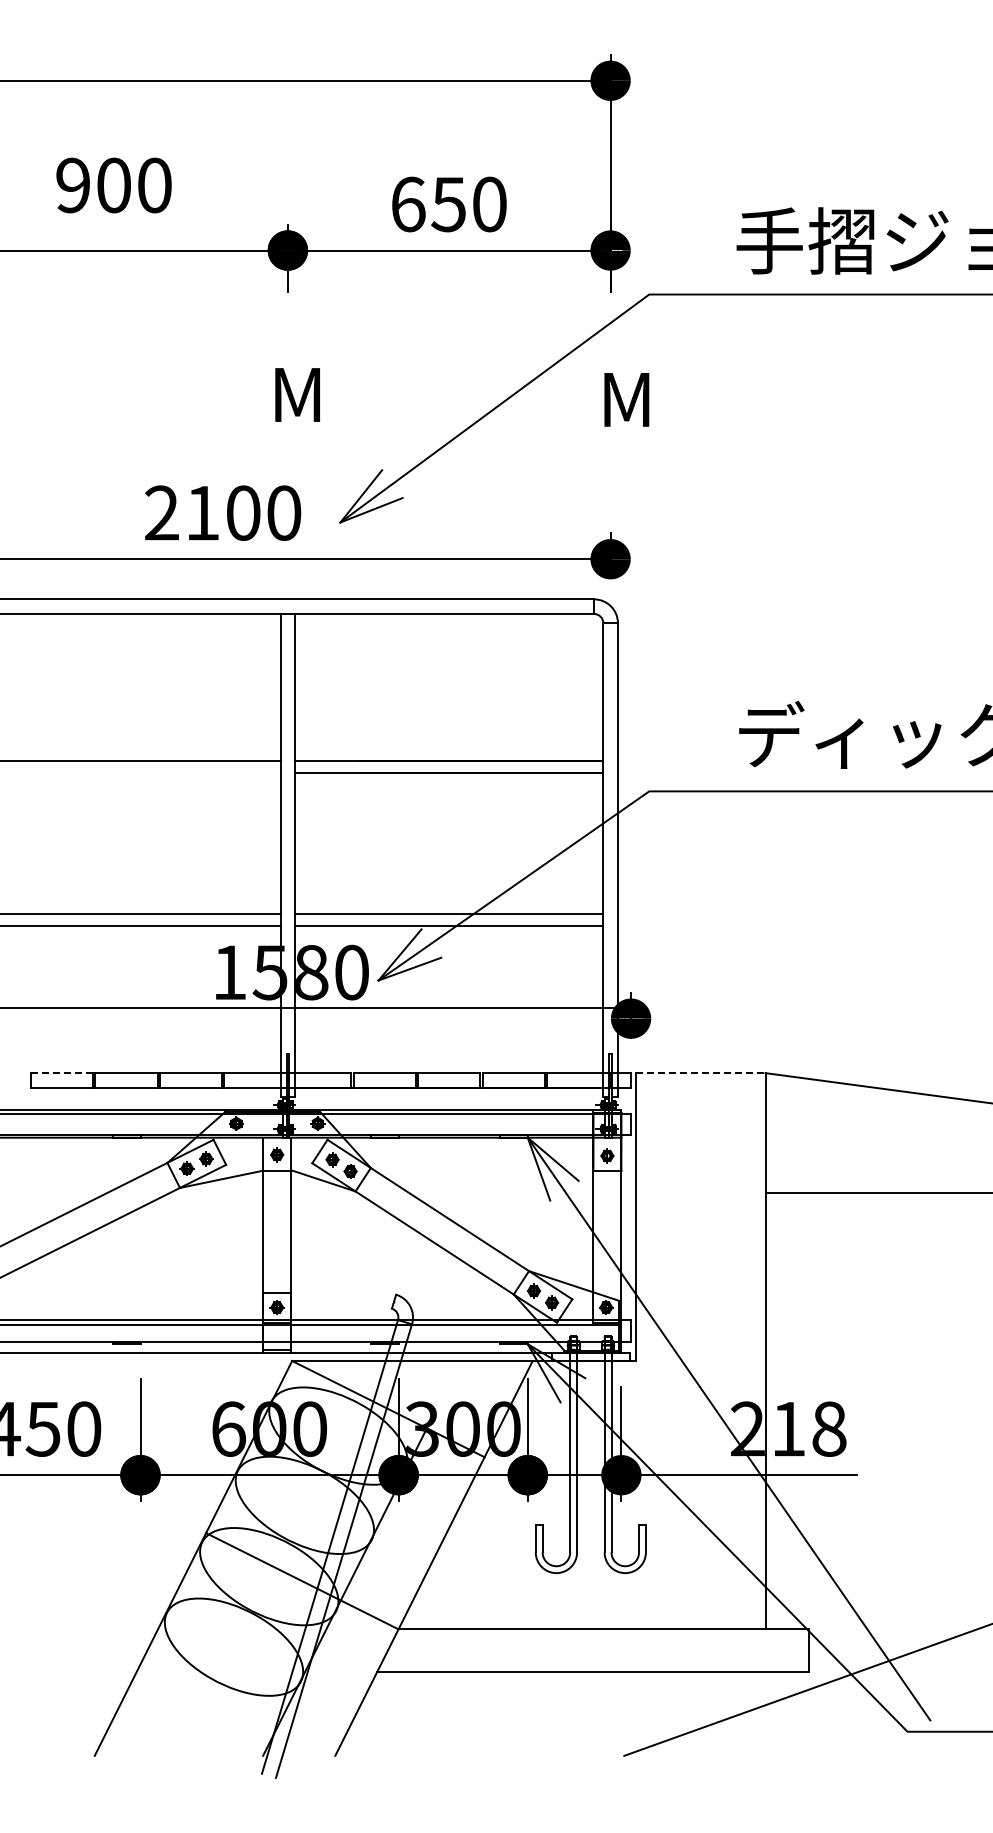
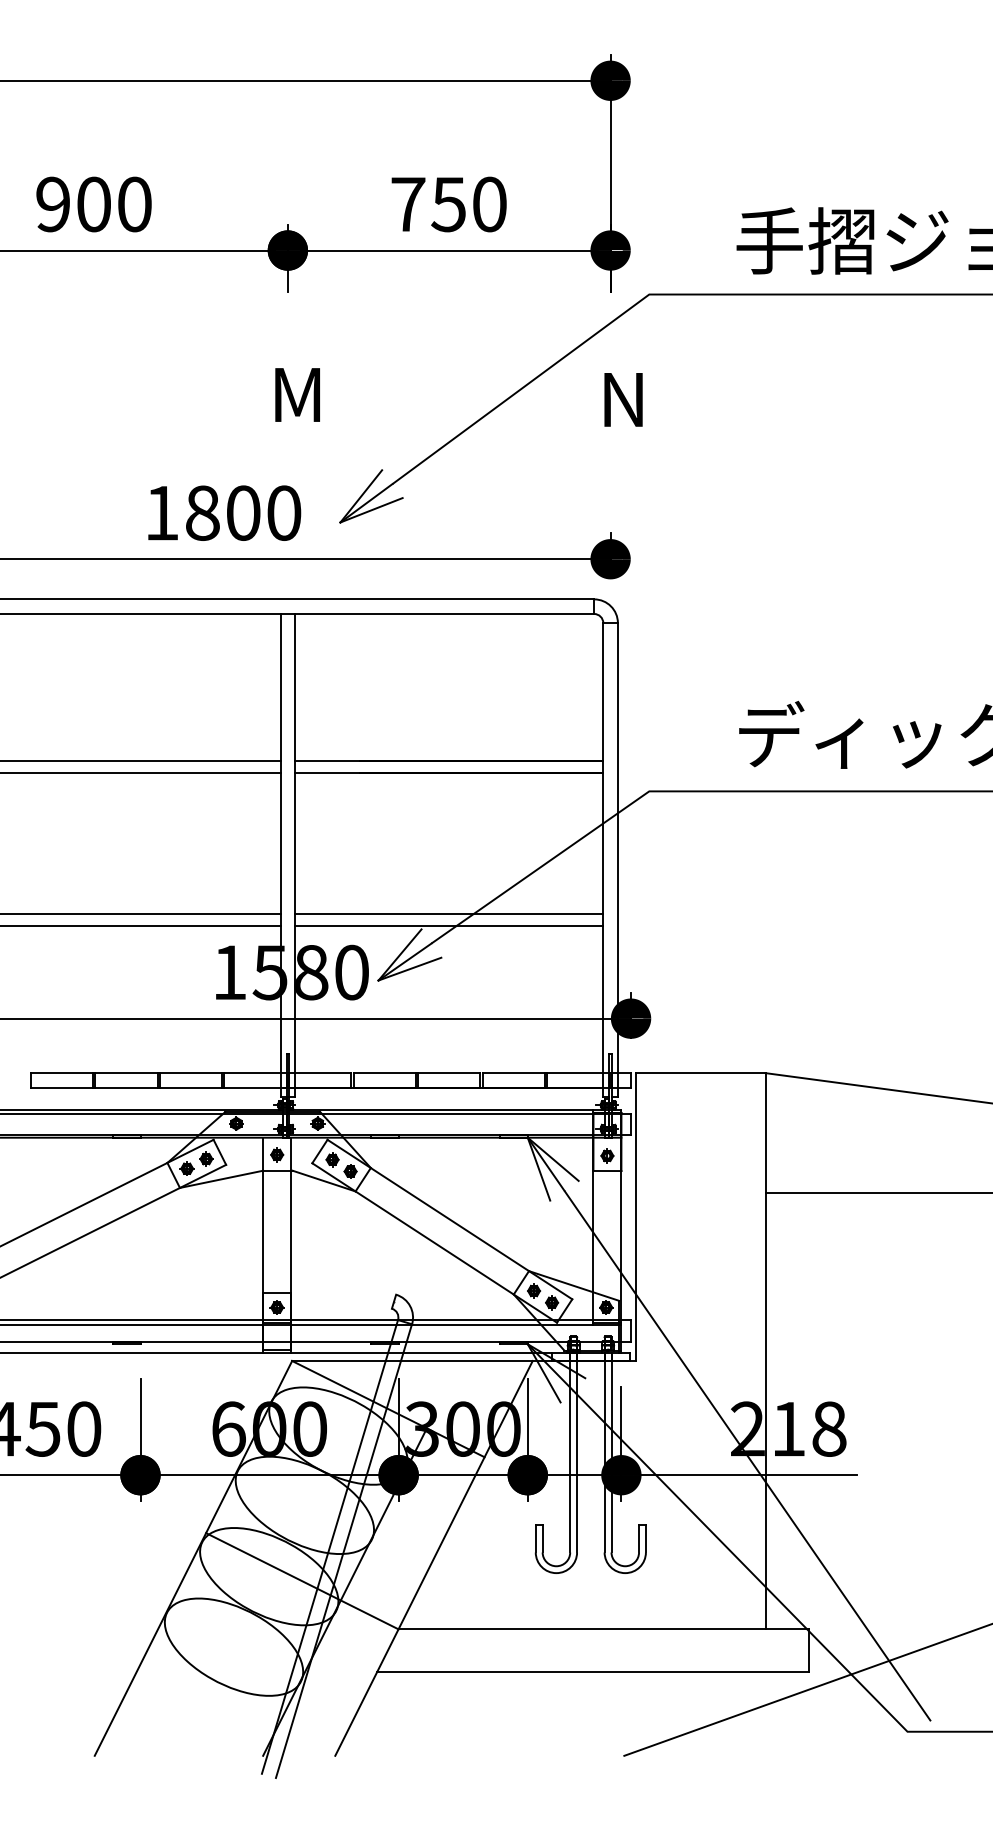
text at (113, 185) position: (113, 185) -> (93, 204)
text at (408, 204): 650 -> 750
text at (629, 399): M -> N
text at (182, 512): 2100 -> 1800
line at (141, 772): none -> present
line at (316, 1007) position: (316, 1007) -> (316, 1018)
line at (61, 1072): dashed -> solid
line at (700, 1073): dashed -> solid
